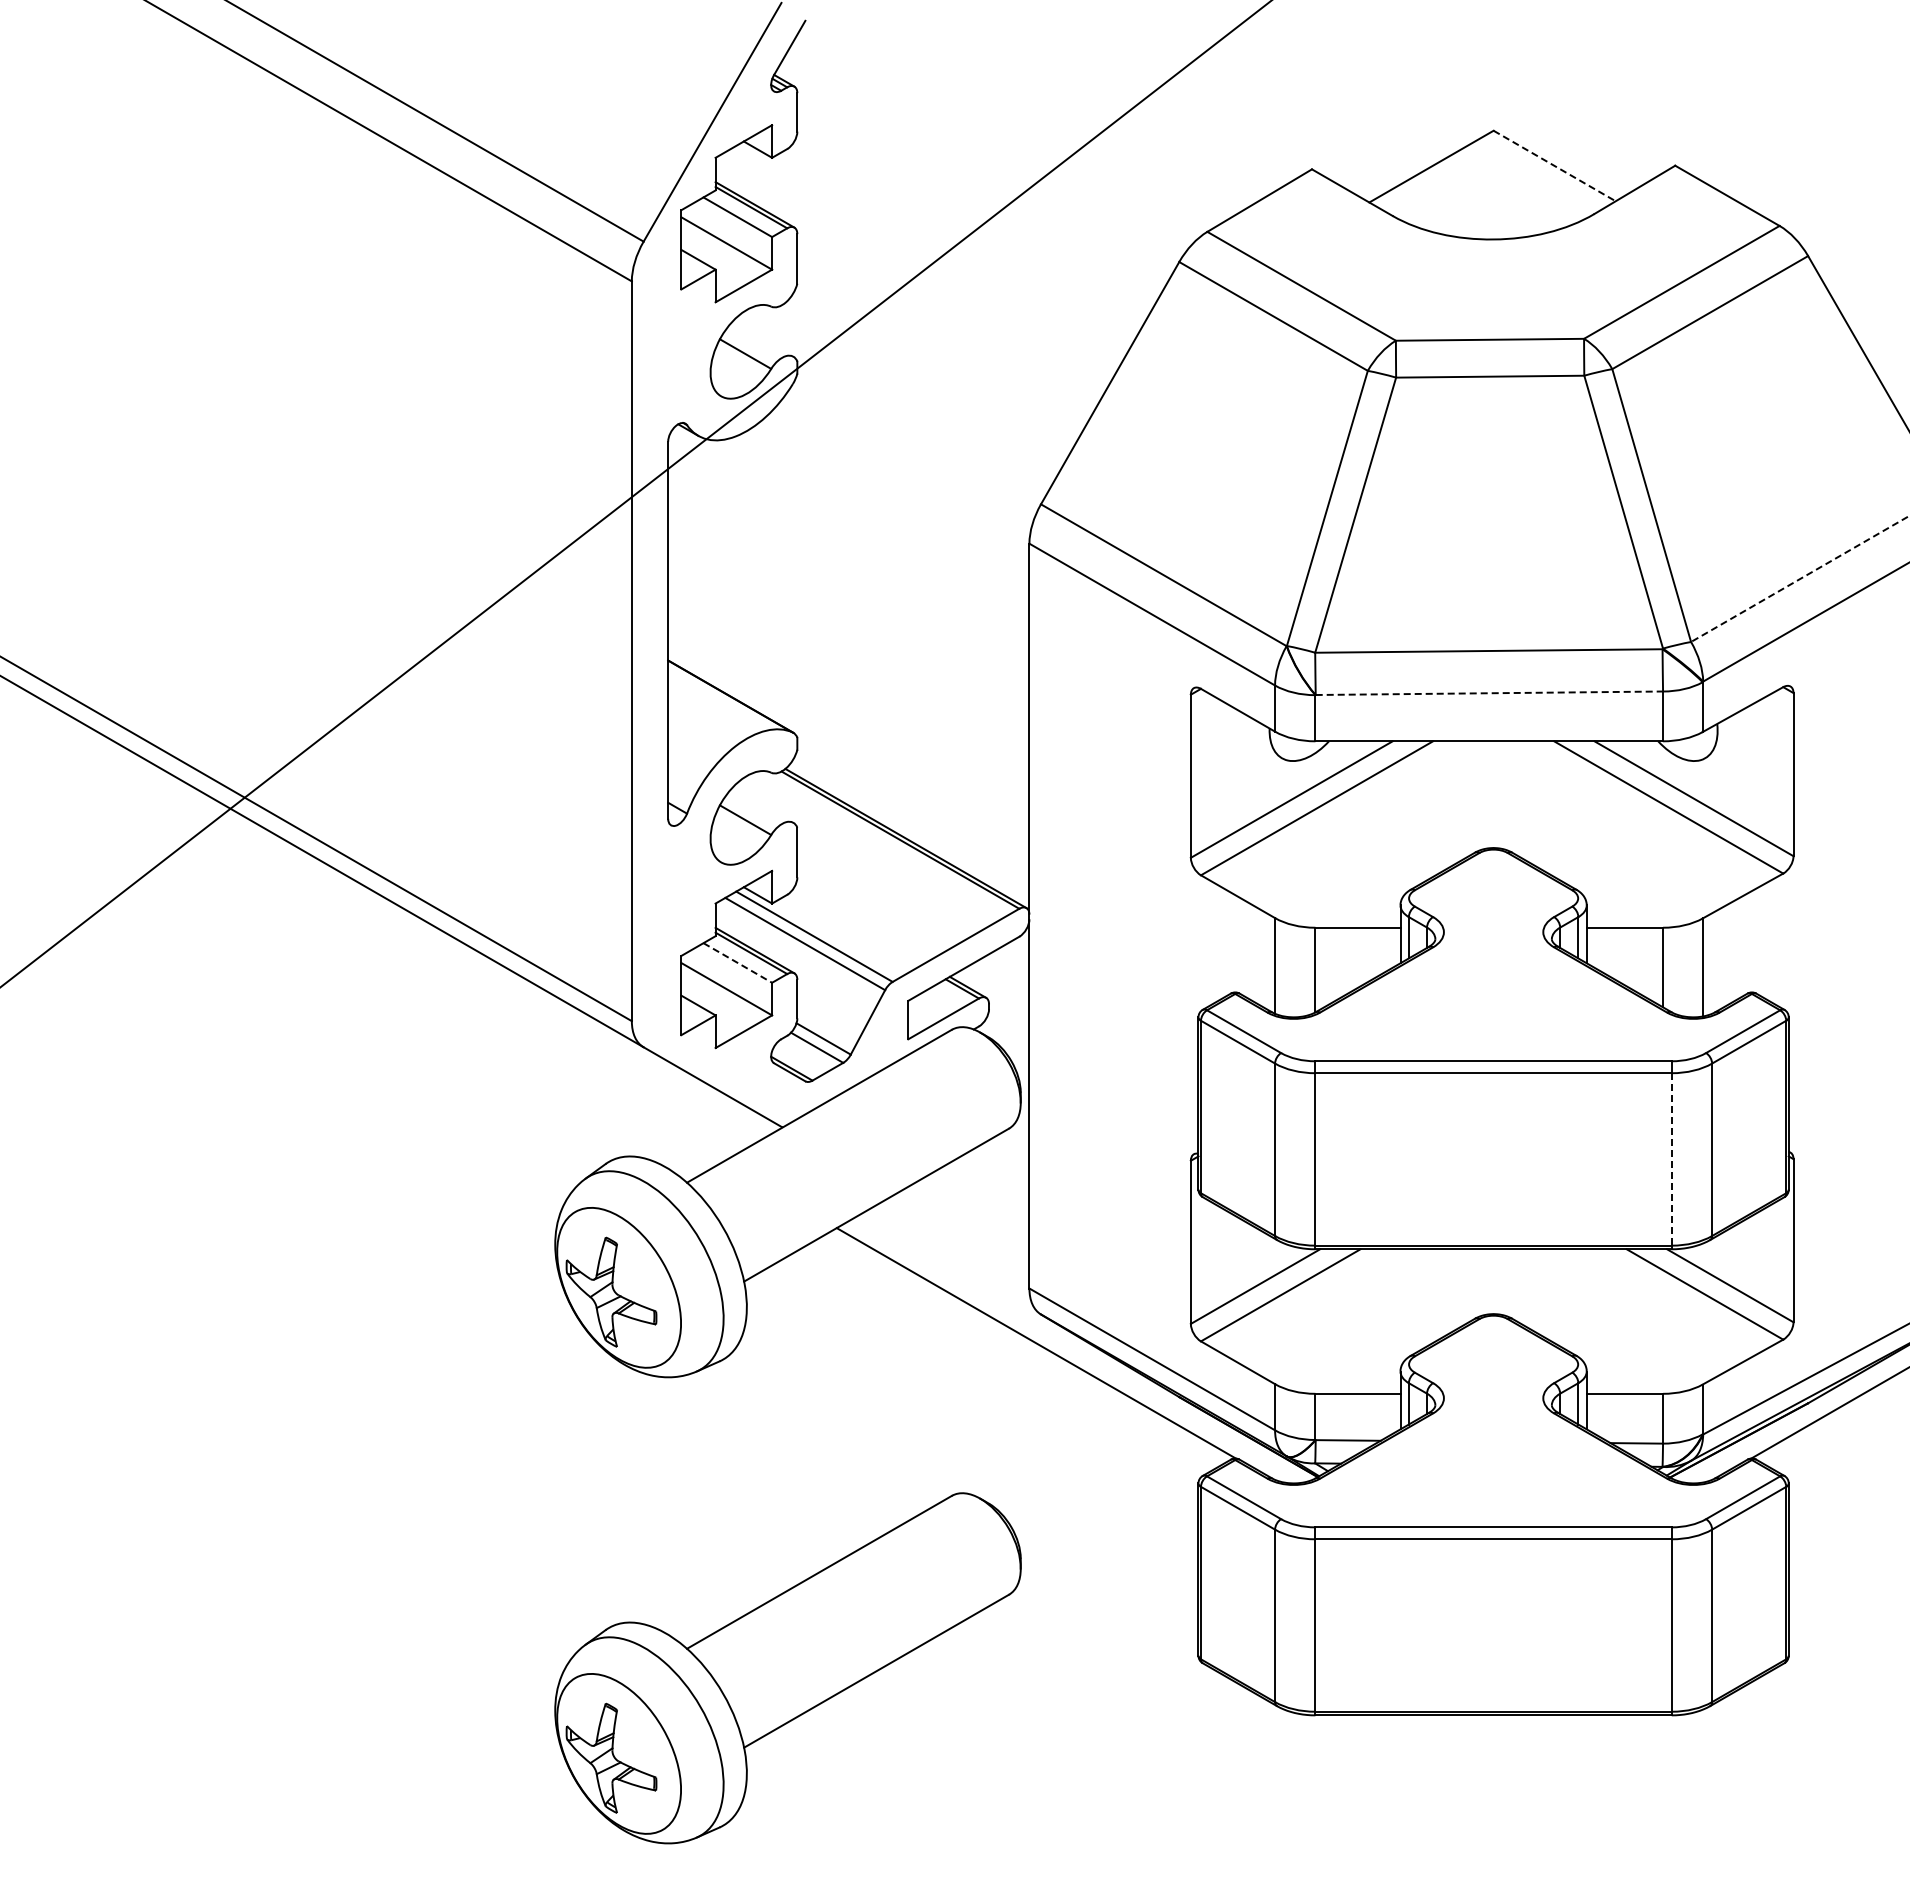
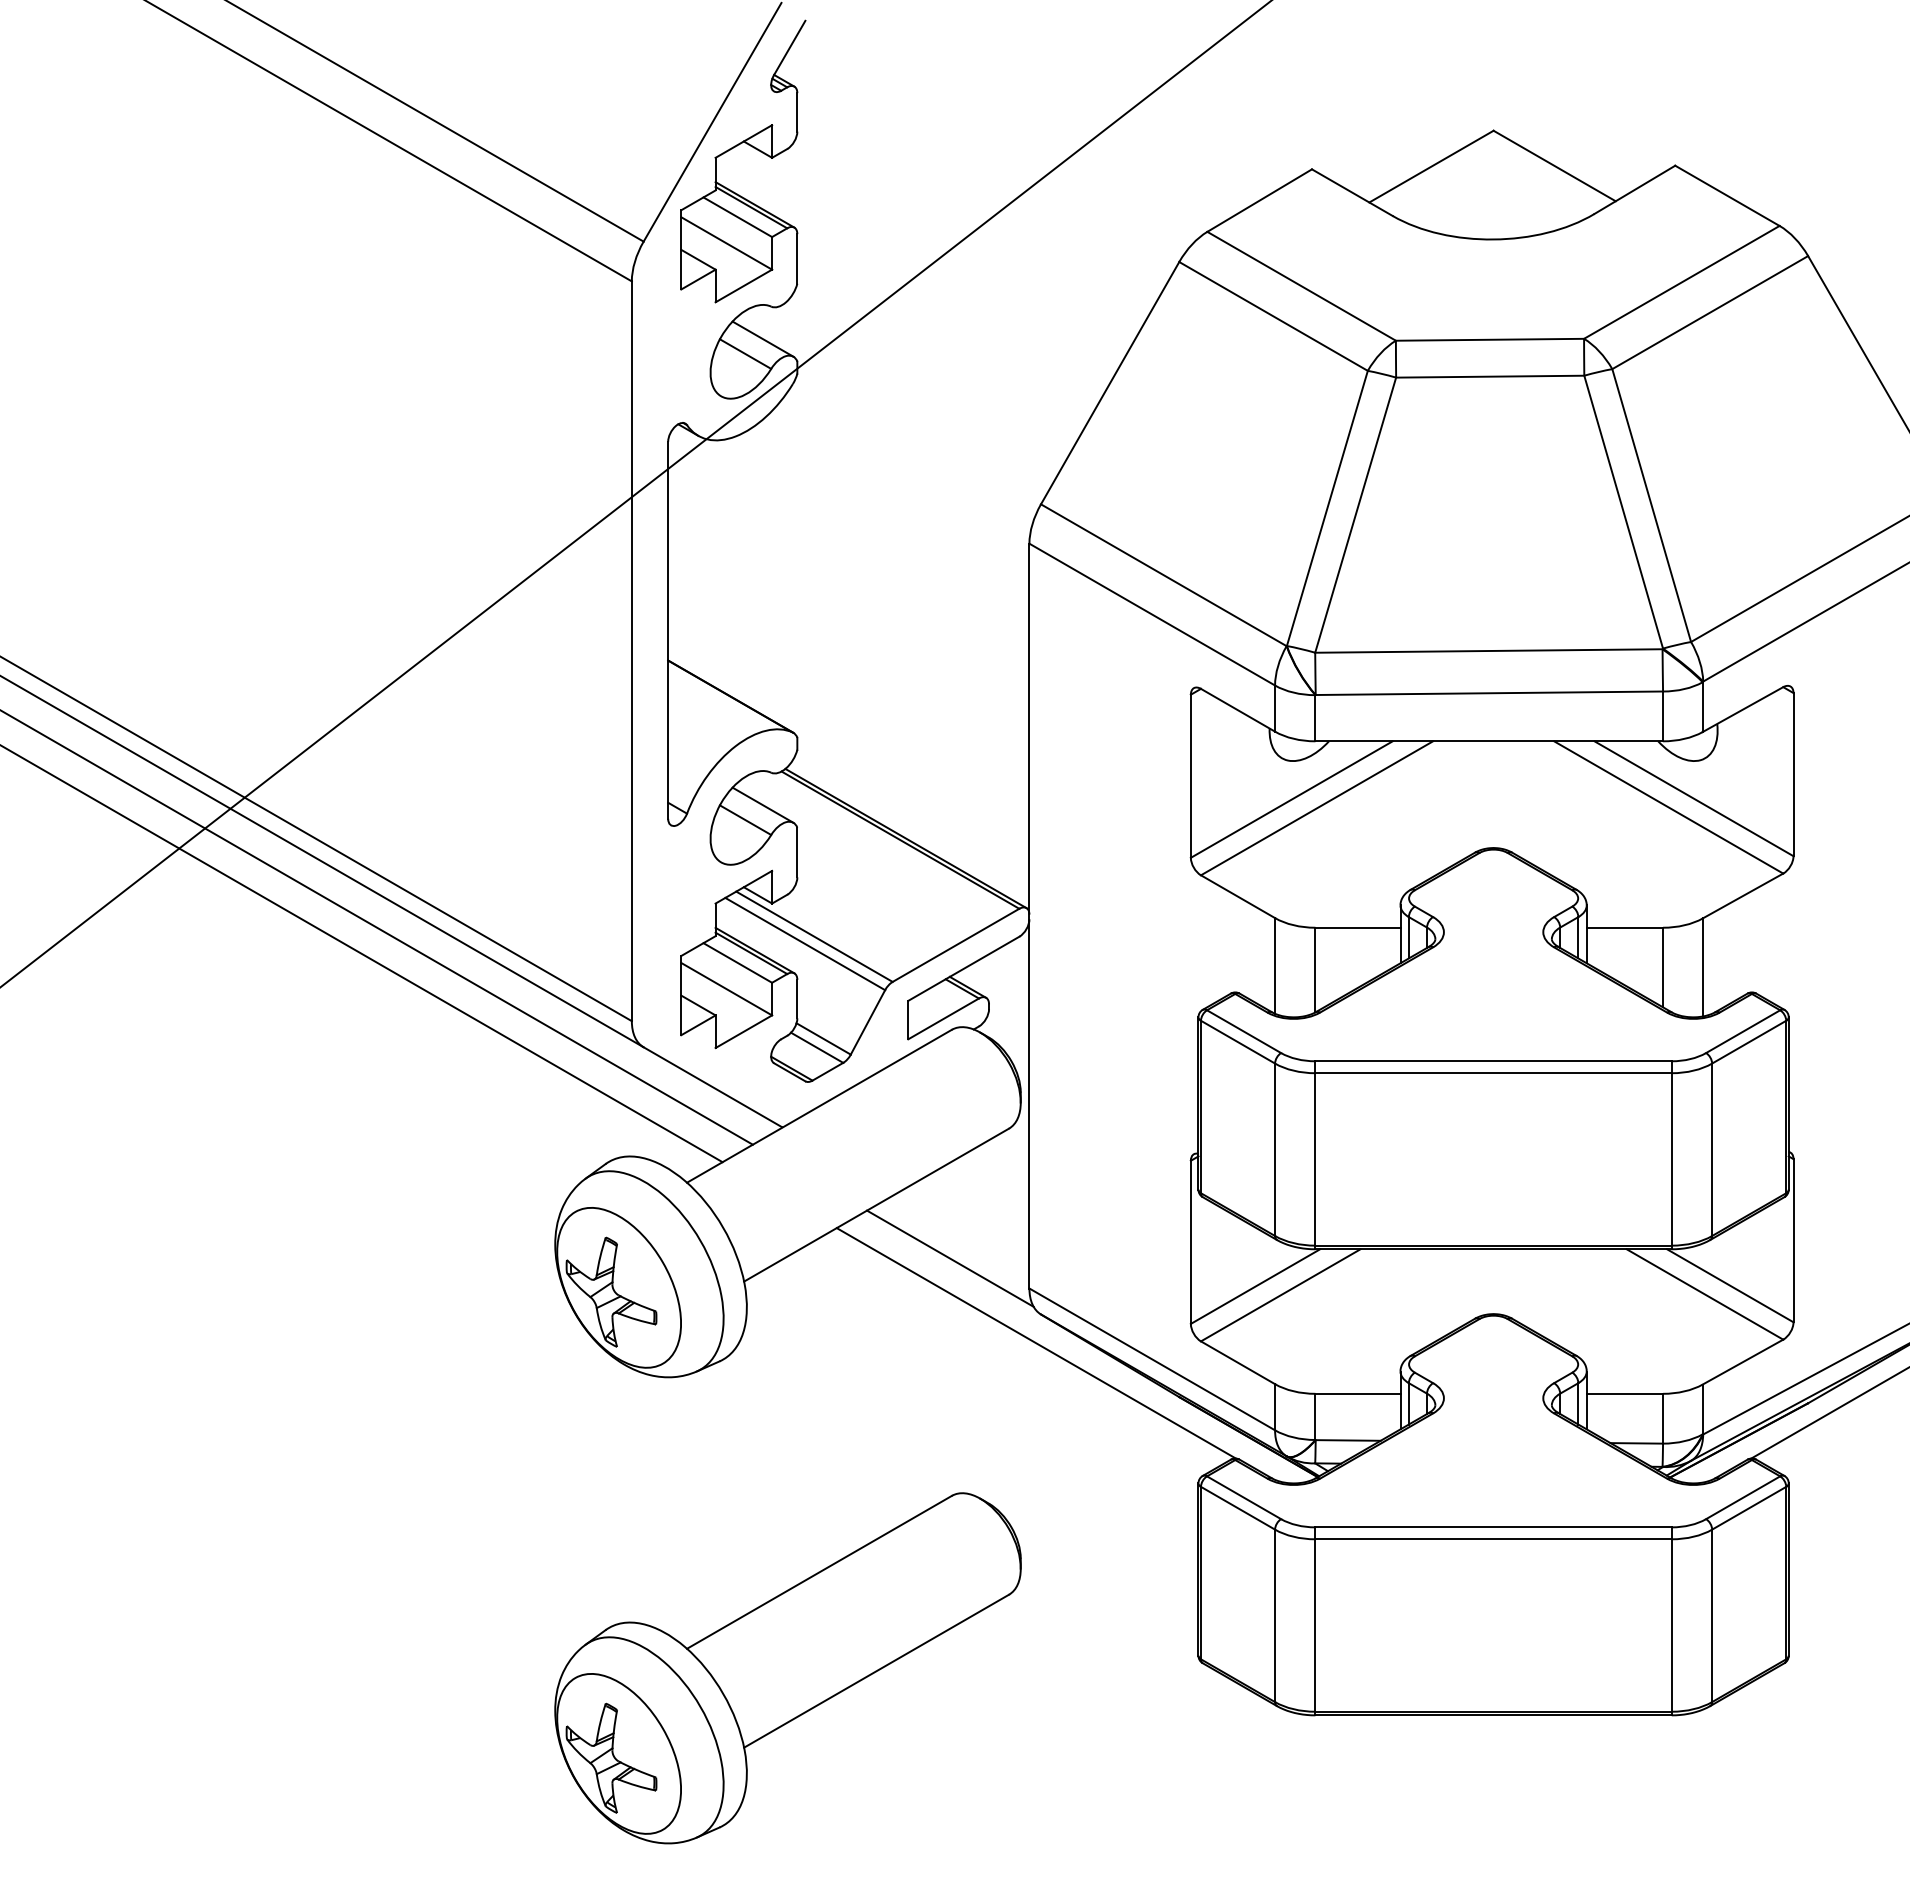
line at (1554, 166): dashed -> solid
line at (762, 338): none -> present
line at (1799, 579): dashed -> solid
line at (1489, 693): dashed -> solid
line at (762, 804): none -> present
line at (377, 927): none -> present
line at (362, 954): none -> present
line at (737, 962): dashed -> solid
line at (1671, 1159): dashed -> solid
line at (950, 1258): none -> present
